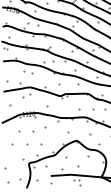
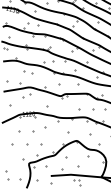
part at (6, 175) size: 6x17 px -> 5x11 px
